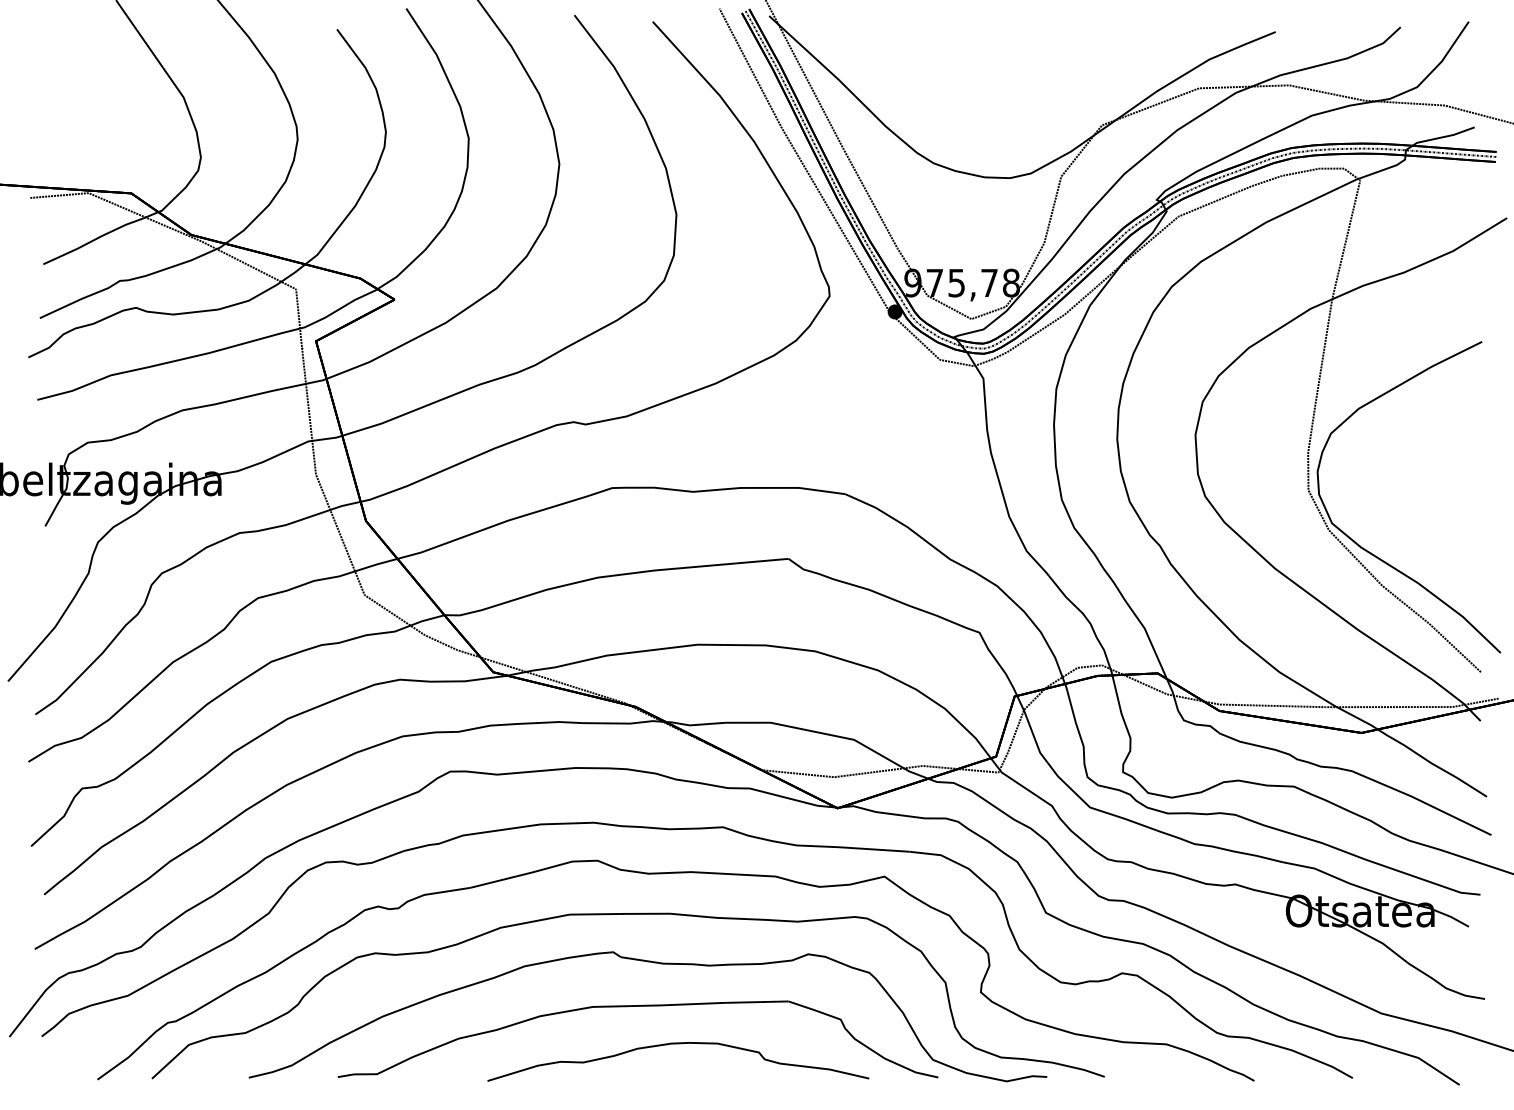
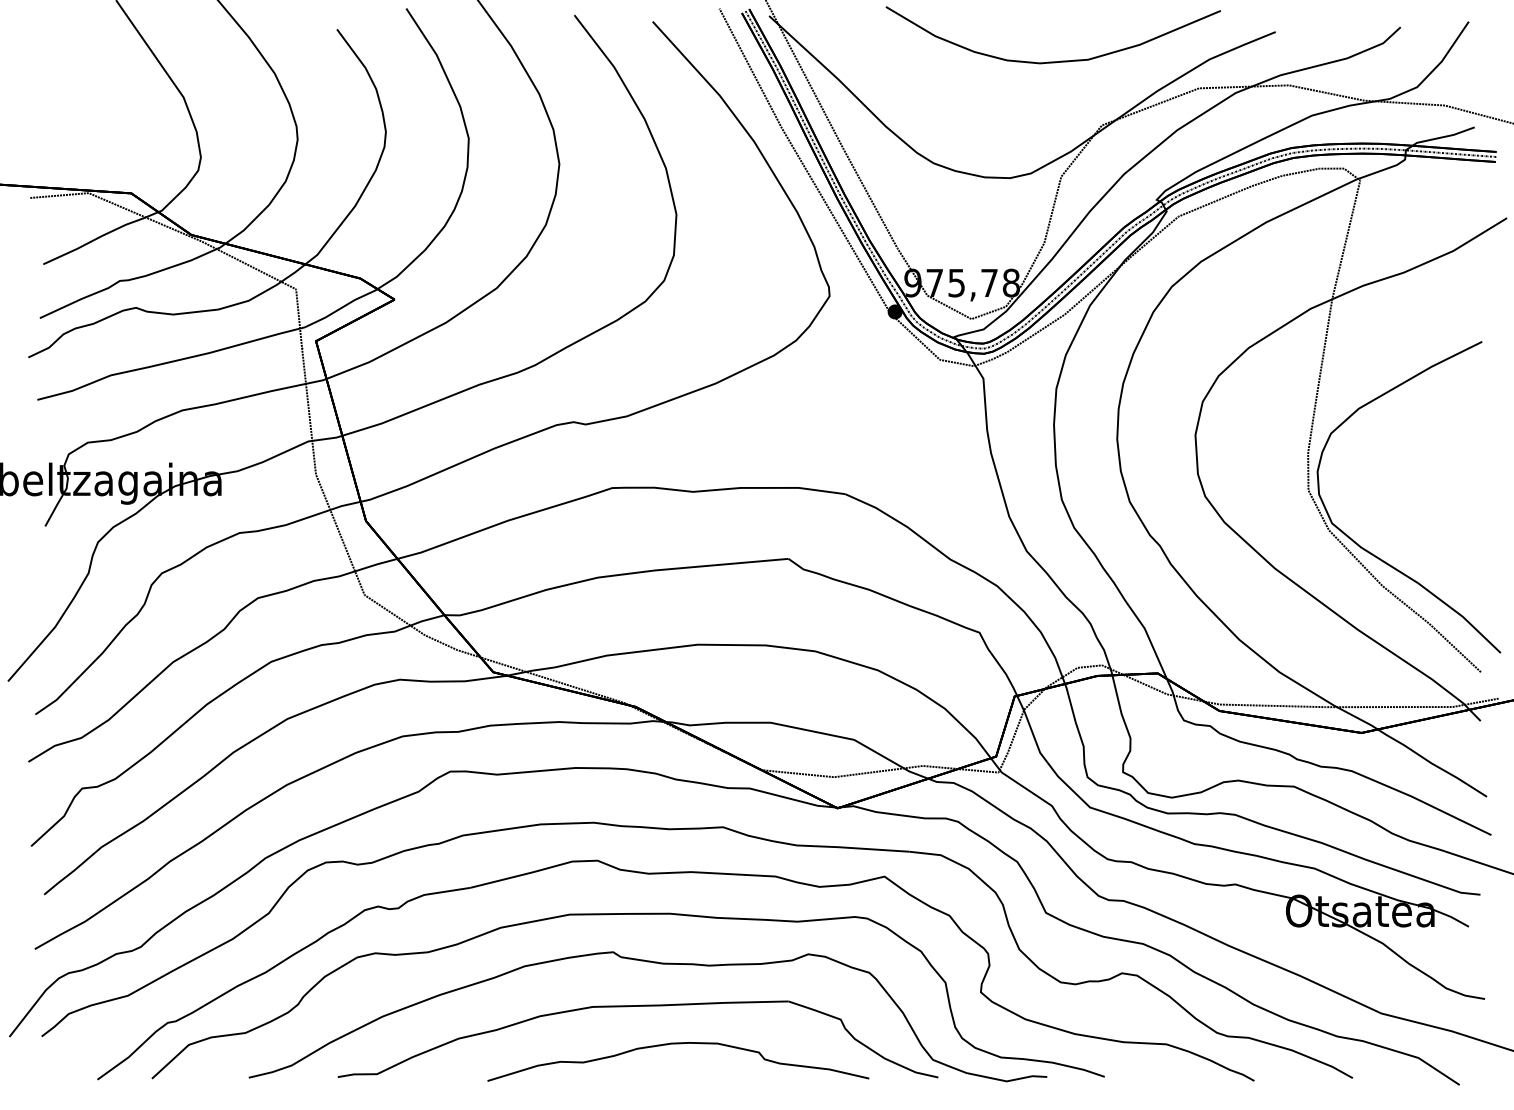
part at (1052, 61): none -> present
